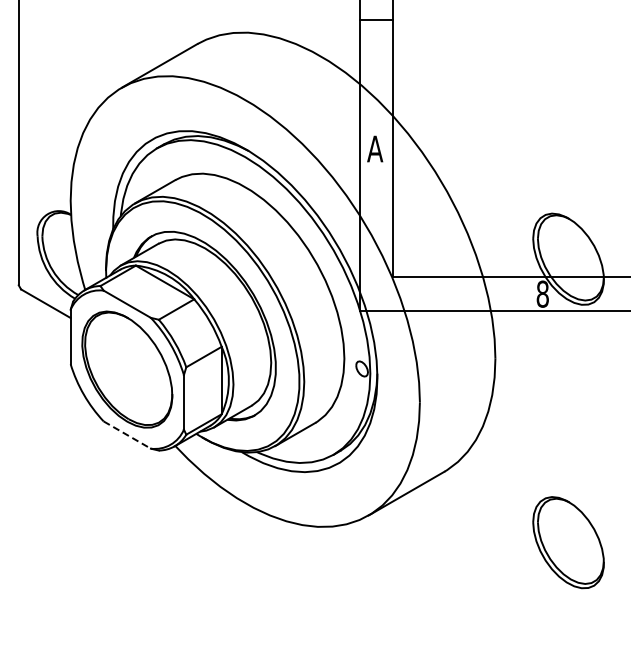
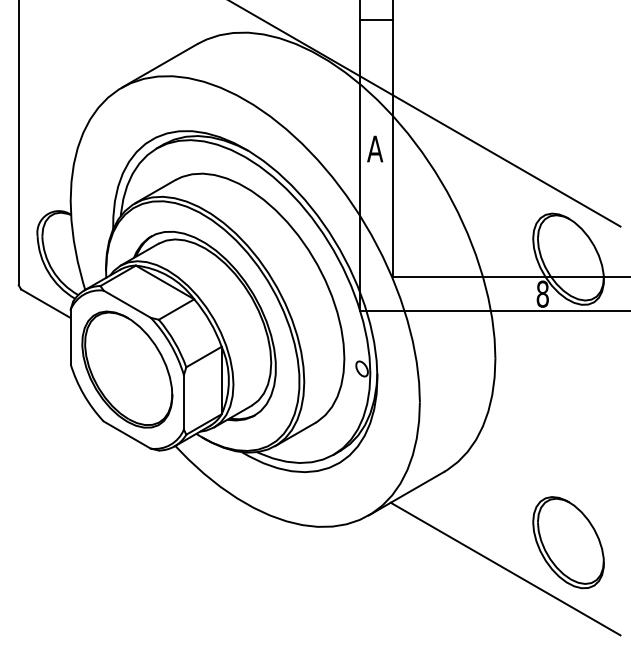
line at (425, 114): none -> present
line at (127, 435): dashed -> solid
line at (505, 568): none -> present
